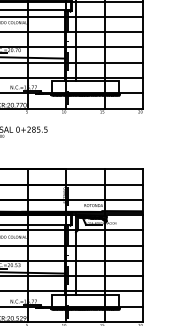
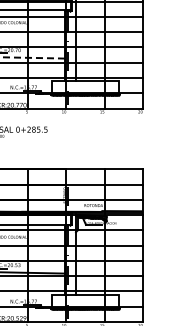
line at (33, 57): solid -> dashed
